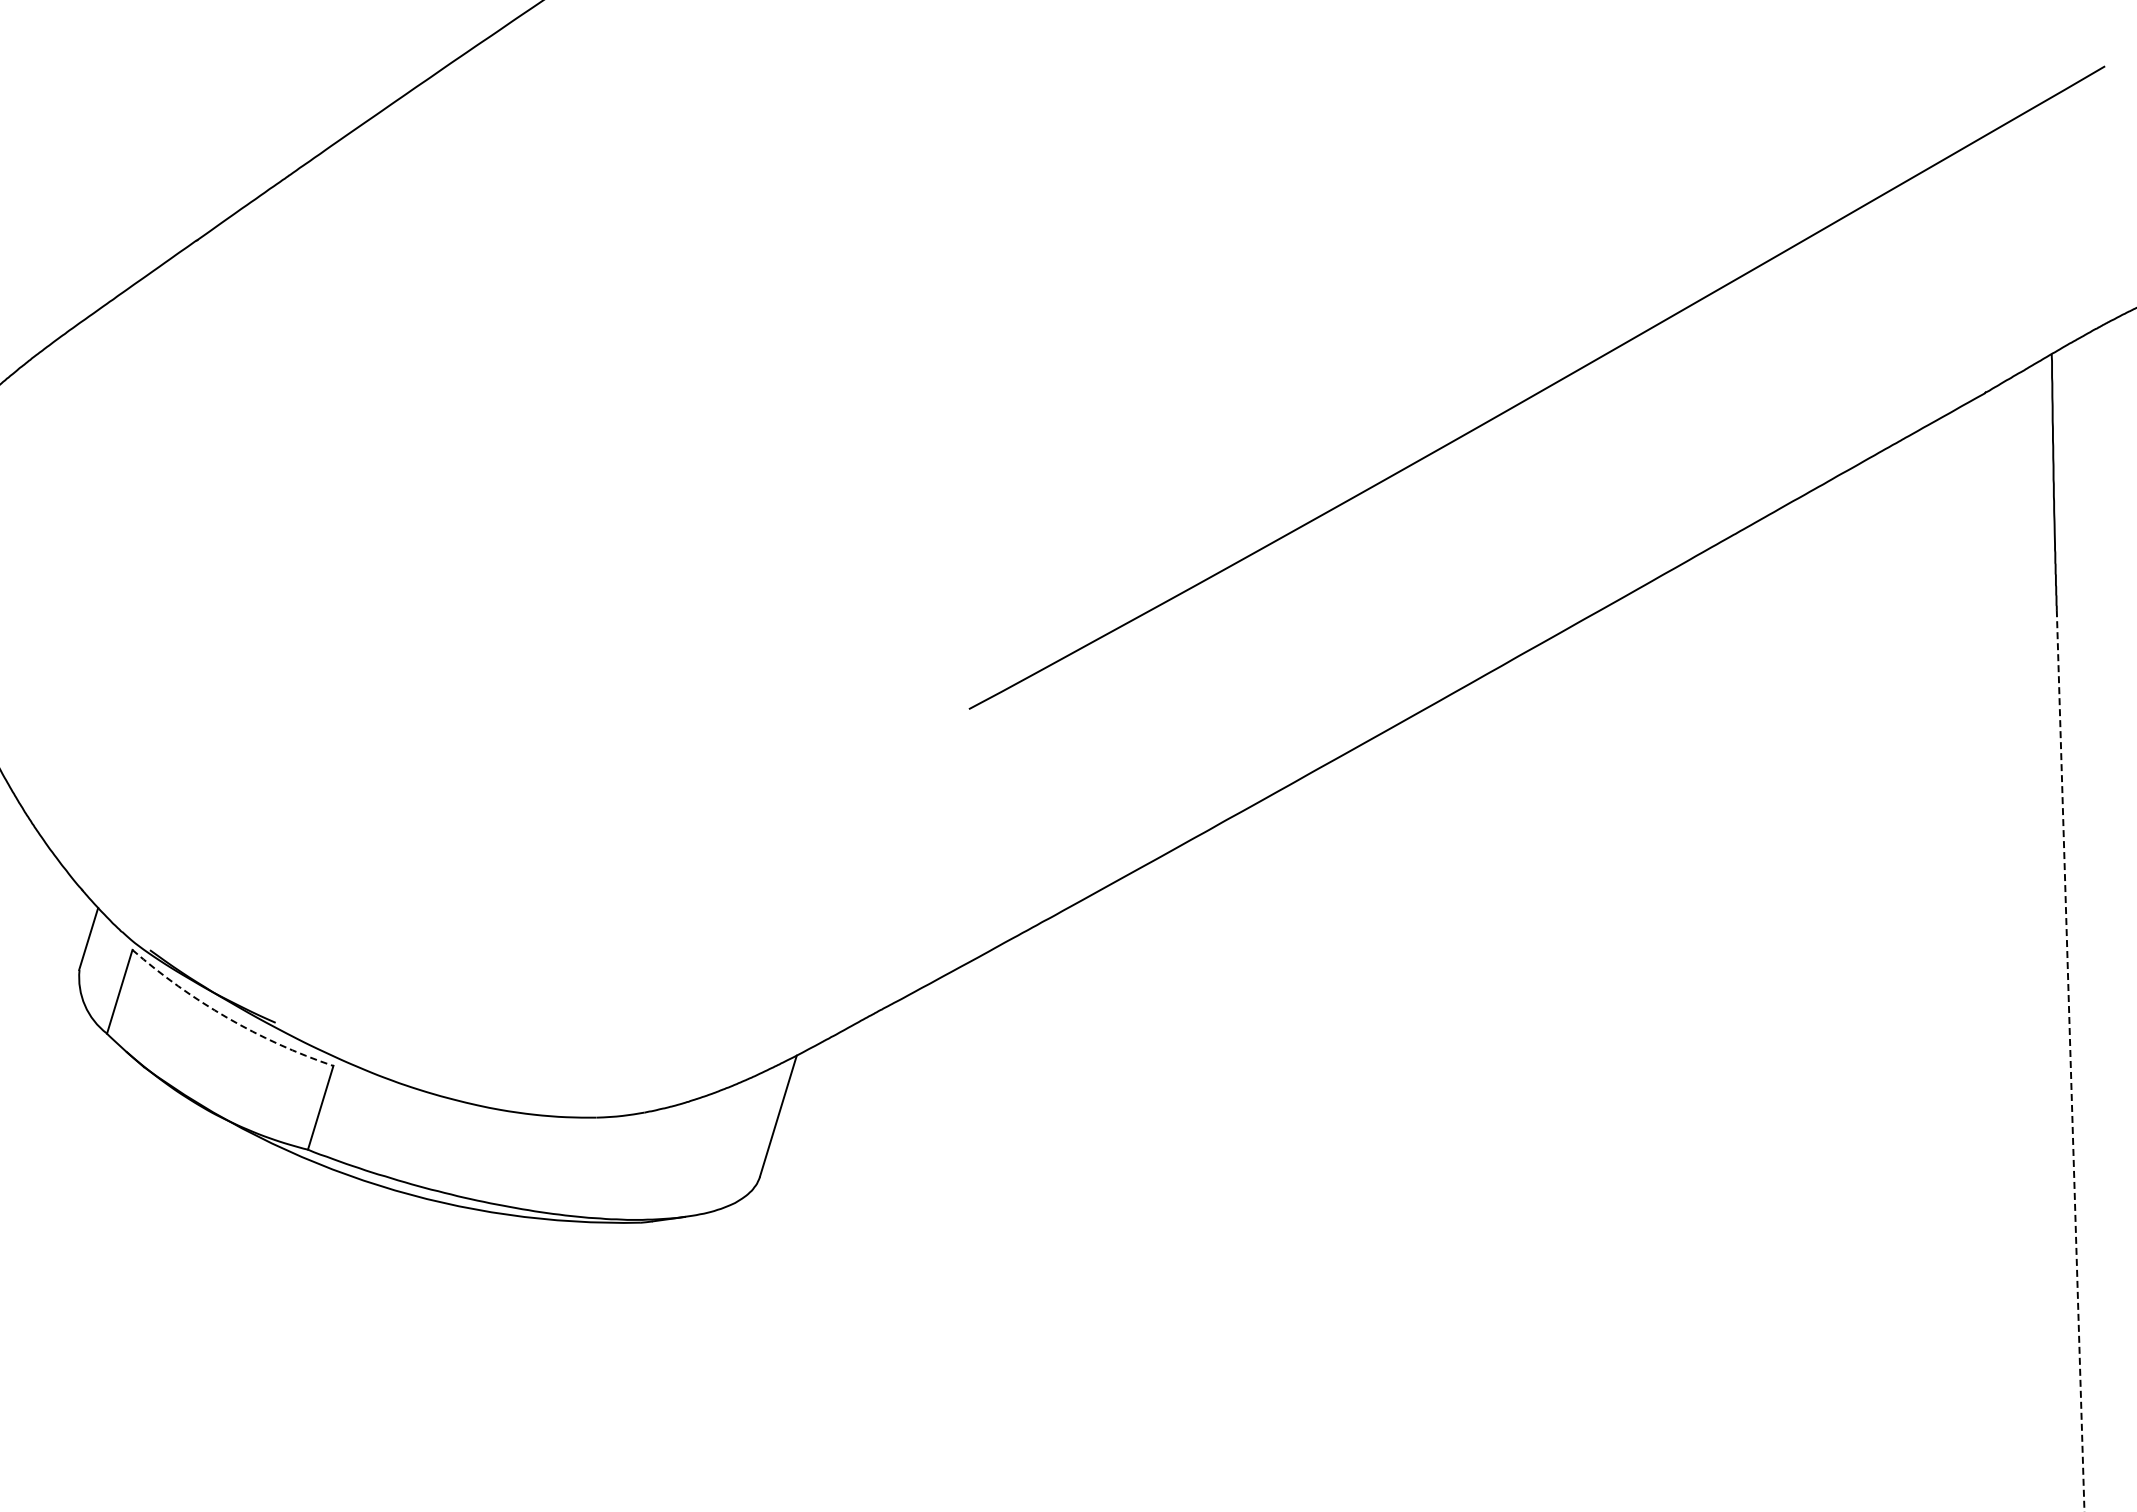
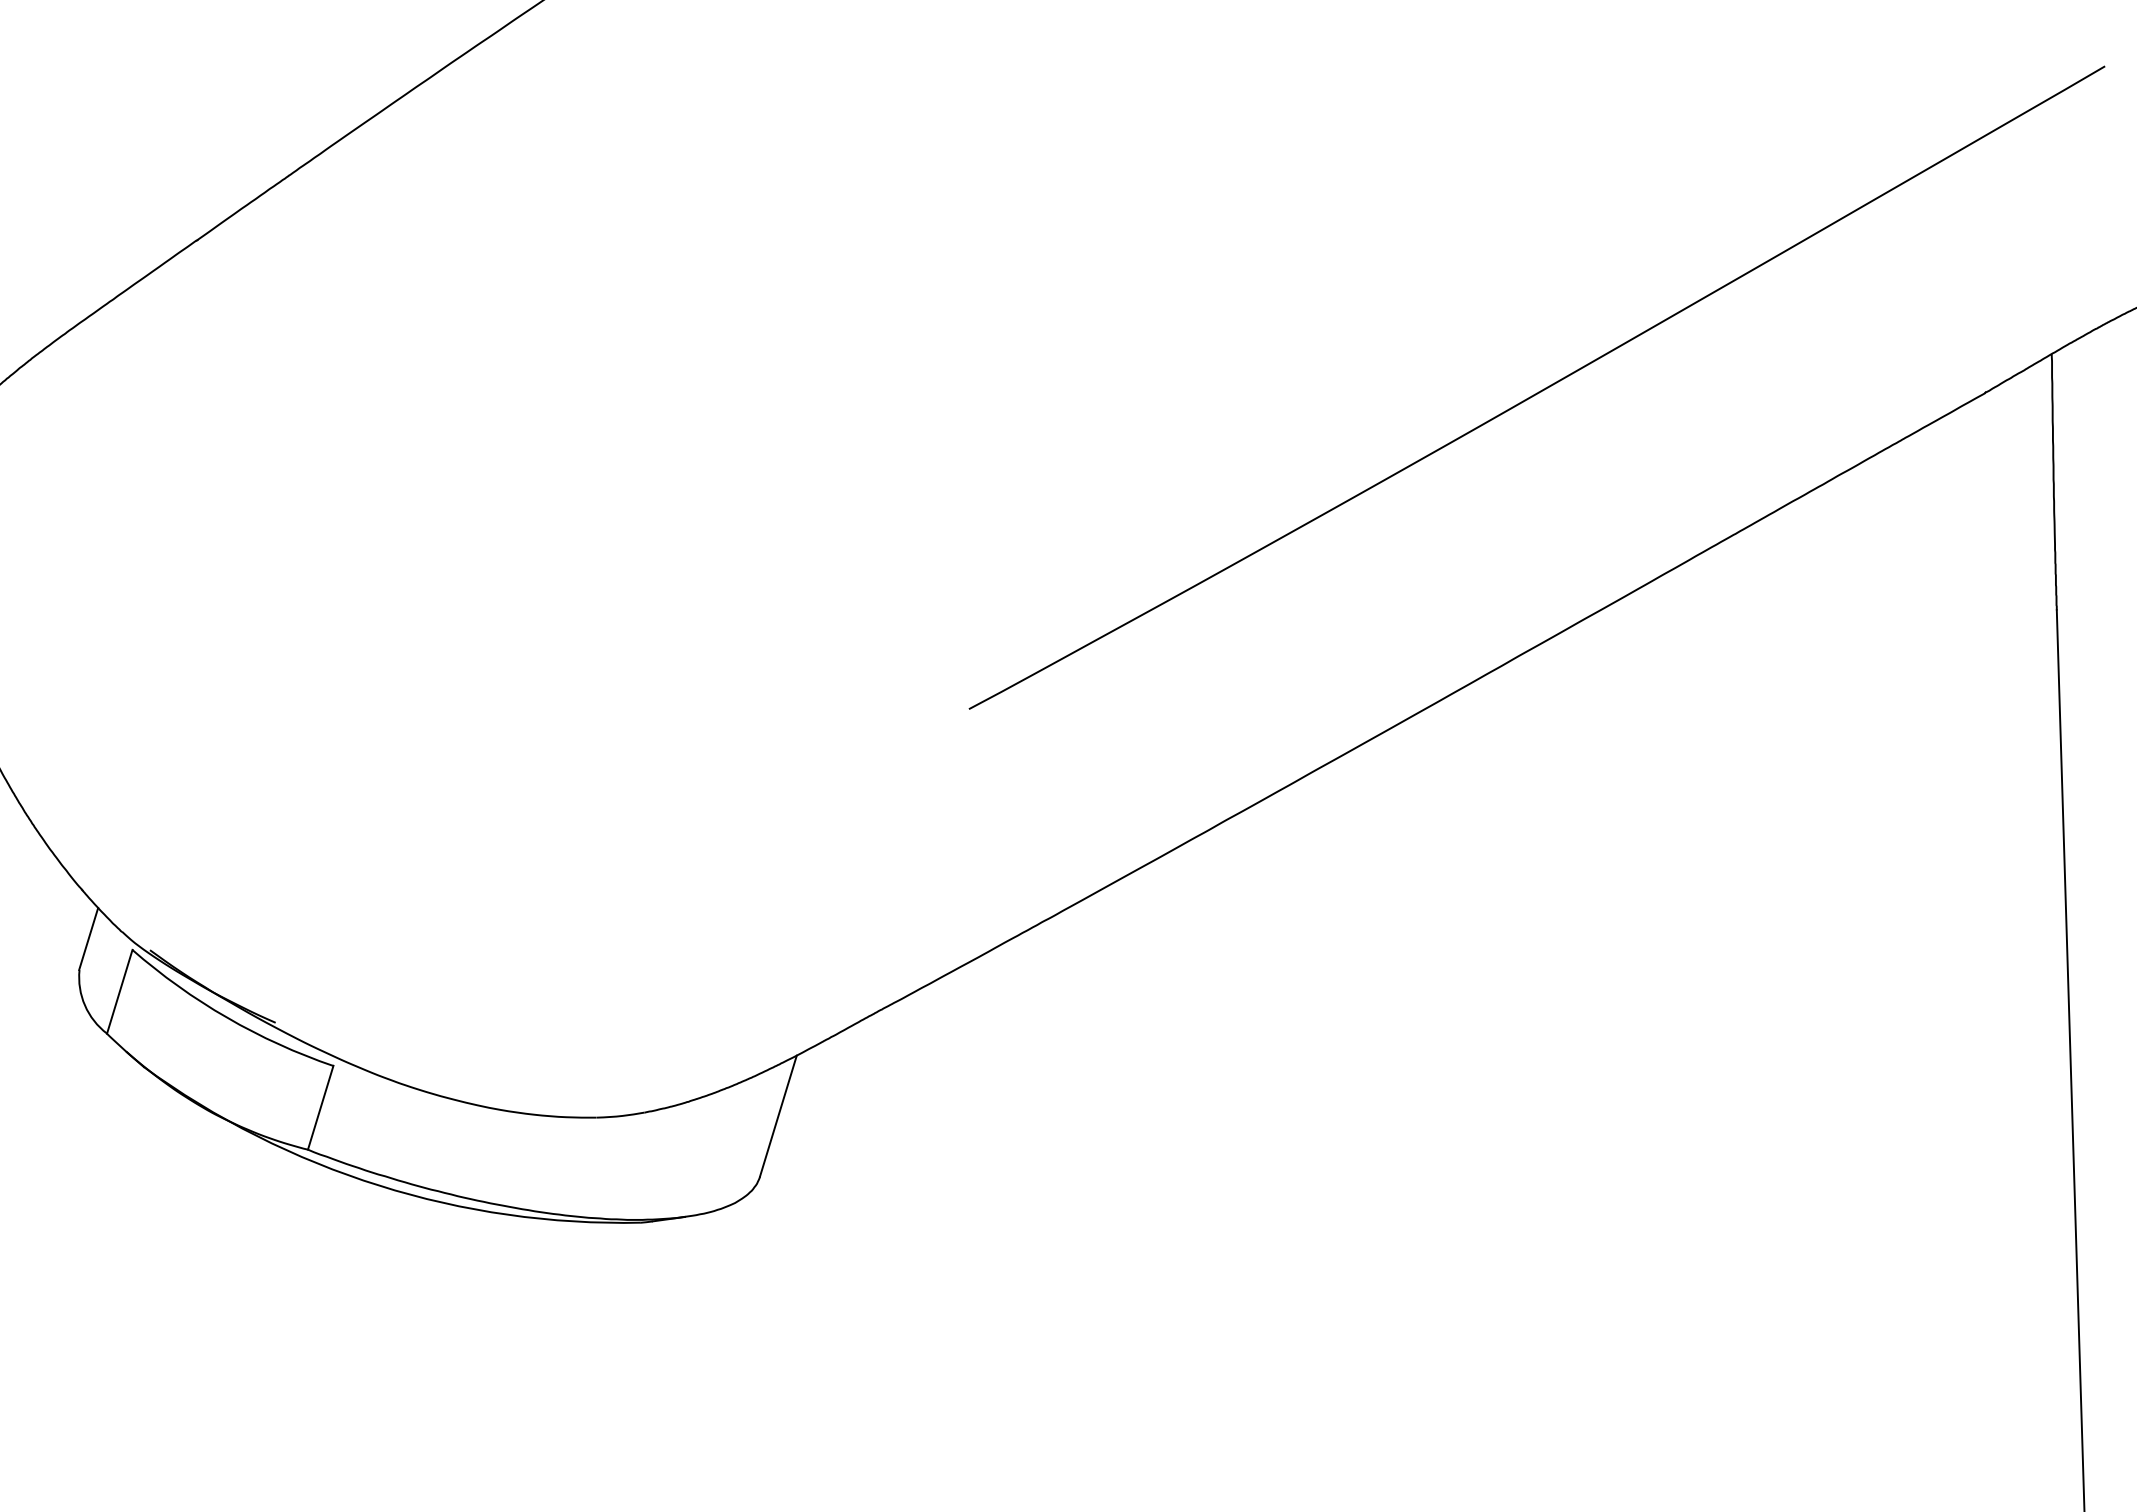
arc at (227, 1017): dashed -> solid
line at (2070, 1060): dashed -> solid
